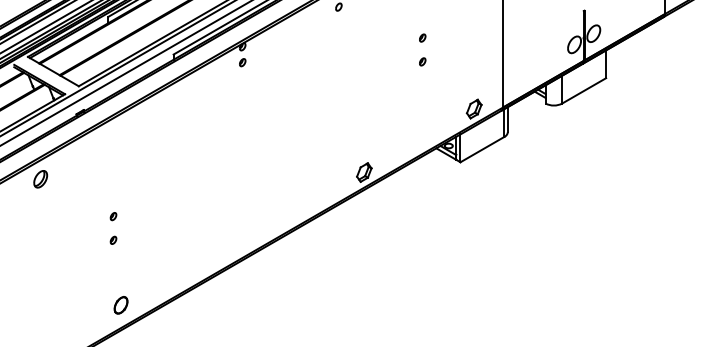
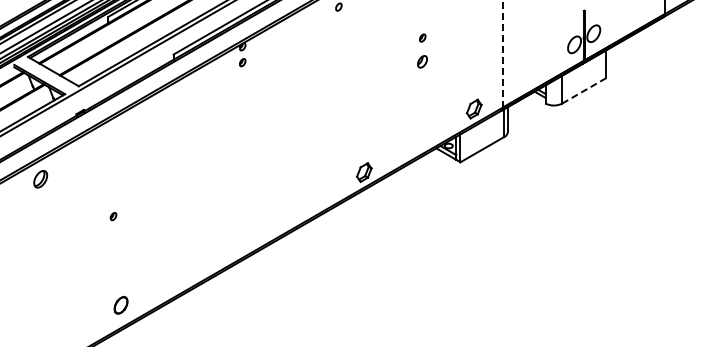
line at (503, 54): solid -> dashed
part at (422, 61) size: 8x10 px -> 11x14 px
line at (125, 73): present -> none
line at (584, 90): solid -> dashed
part at (113, 239): present -> none
